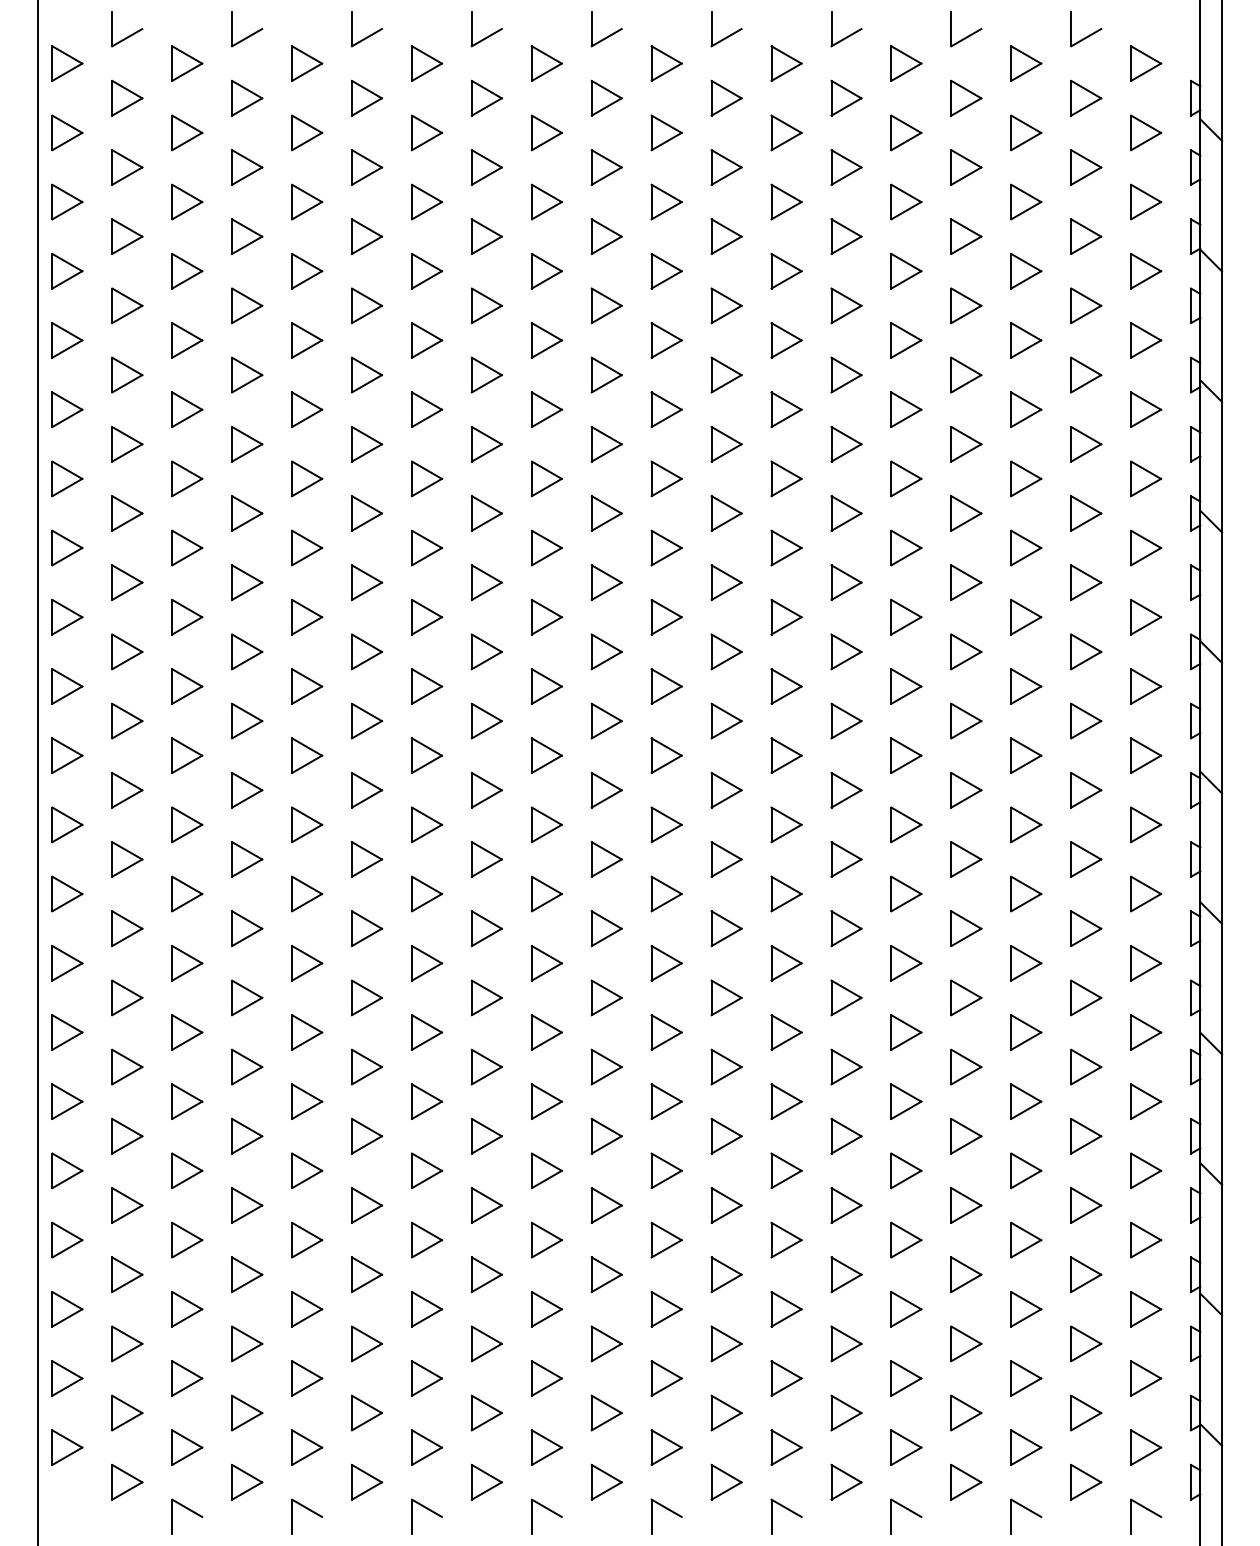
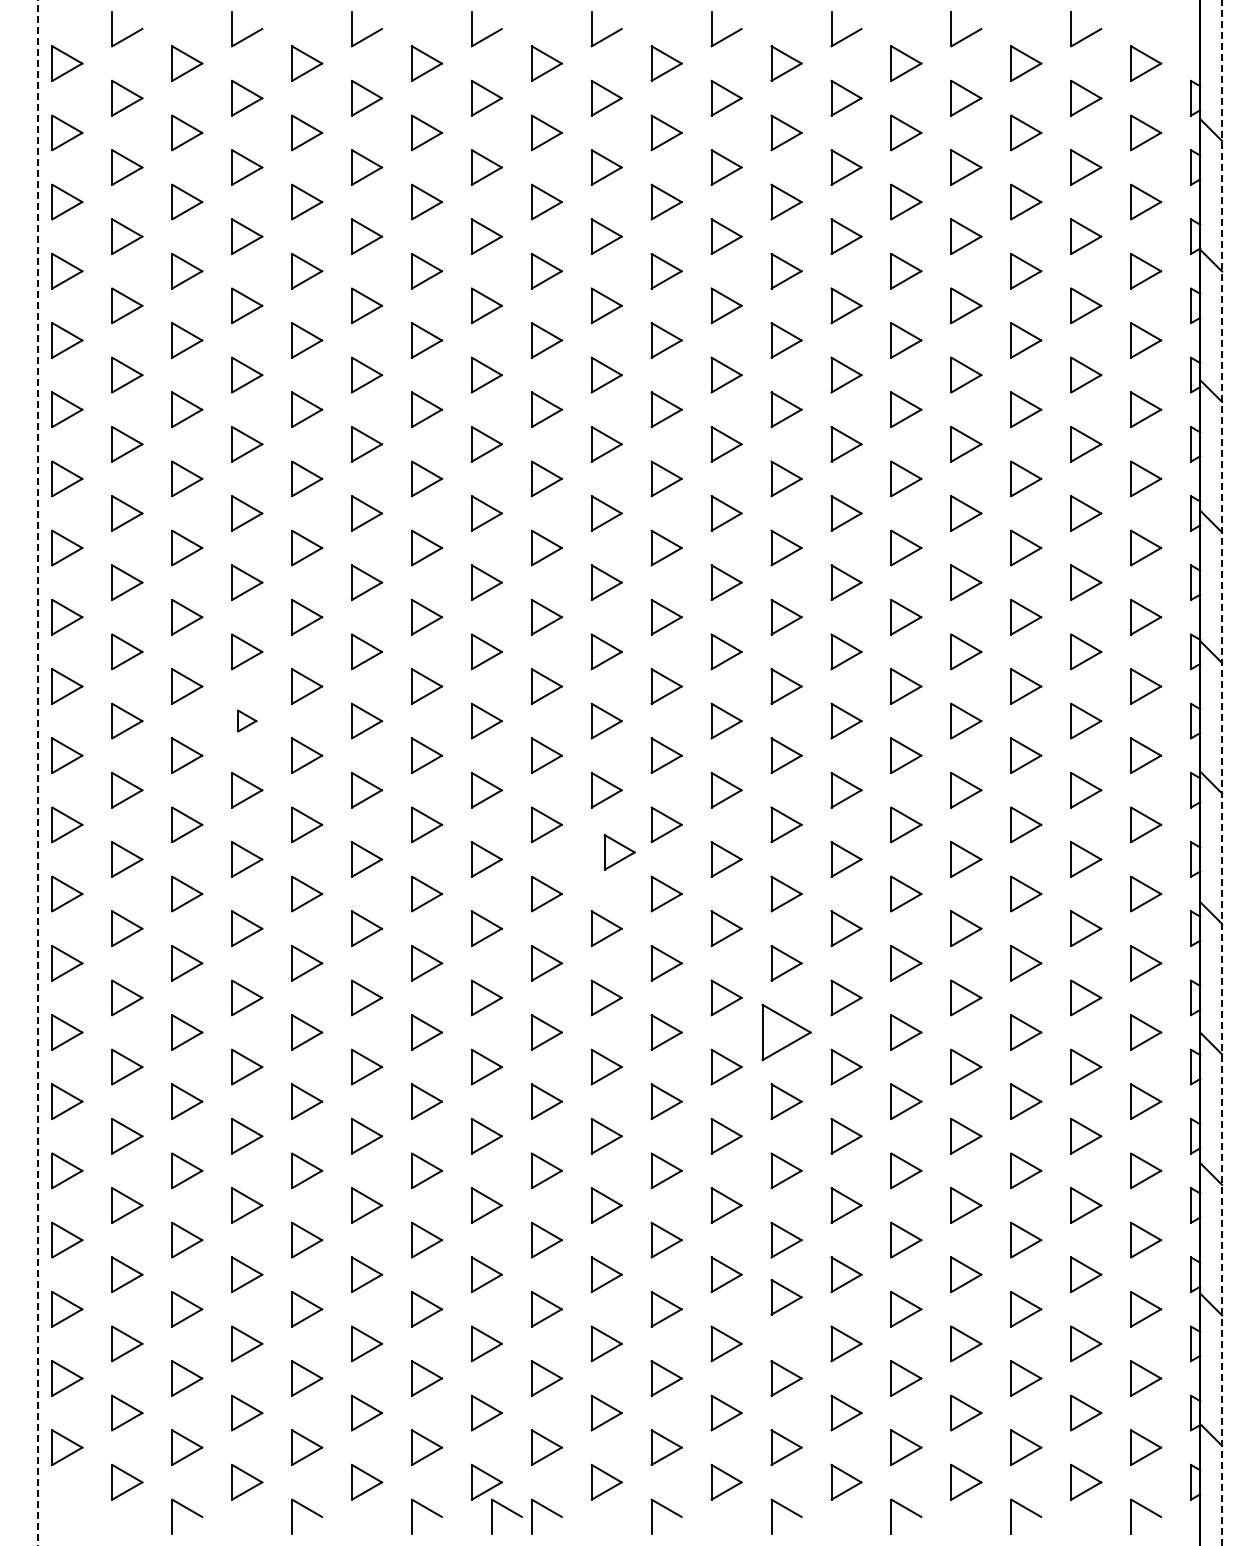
part at (247, 720) size: 33x38 px -> 21x24 px
line at (1222, 772): solid -> dashed
line at (37, 773): solid -> dashed
part at (606, 859) position: (606, 859) -> (619, 852)
part at (786, 1032) size: 33x37 px -> 51x59 px
part at (786, 1309) position: (786, 1309) -> (786, 1297)
part at (508, 1510): none -> present
